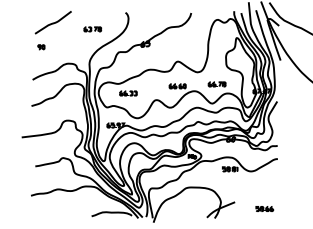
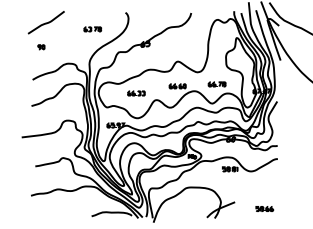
curve at (52, 22) position: (52, 22) -> (45, 22)
part at (128, 93) position: (128, 93) -> (136, 93)
